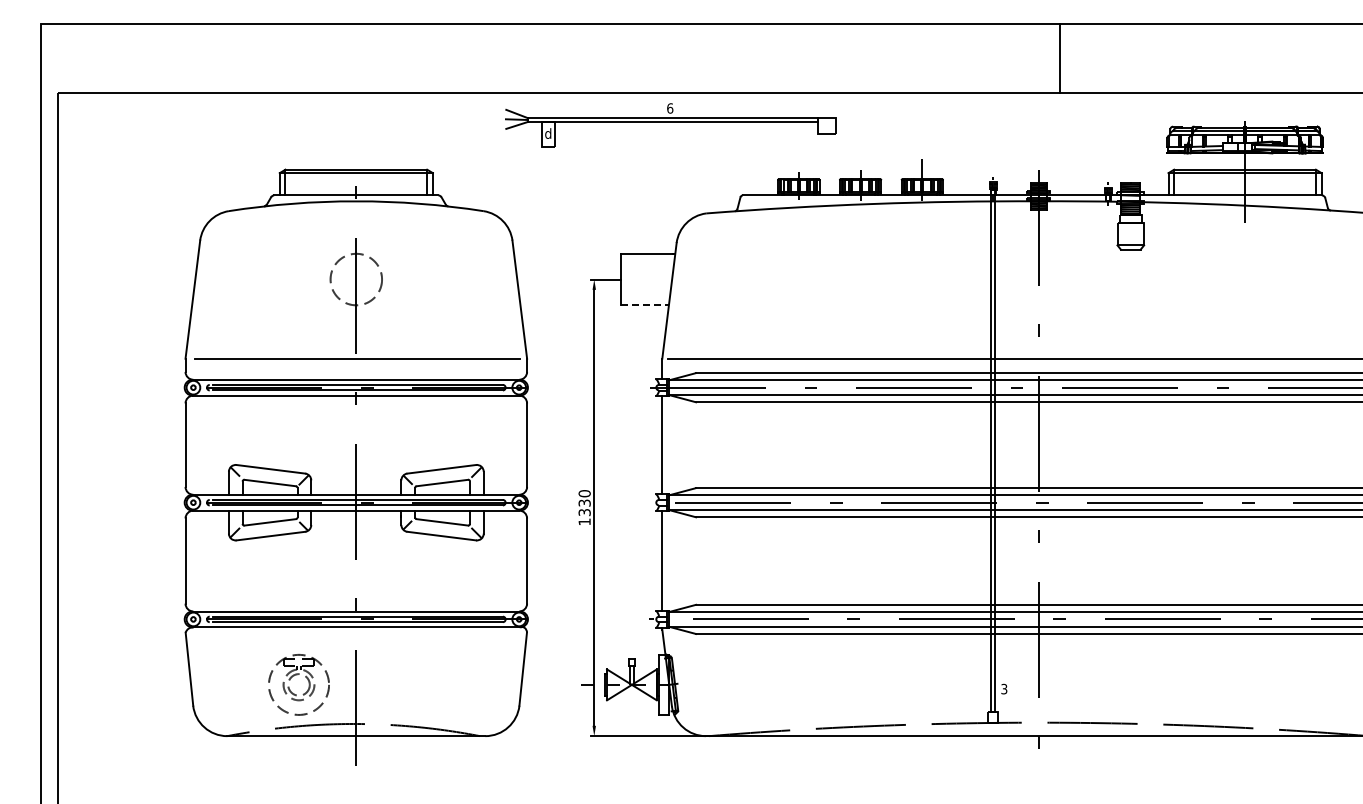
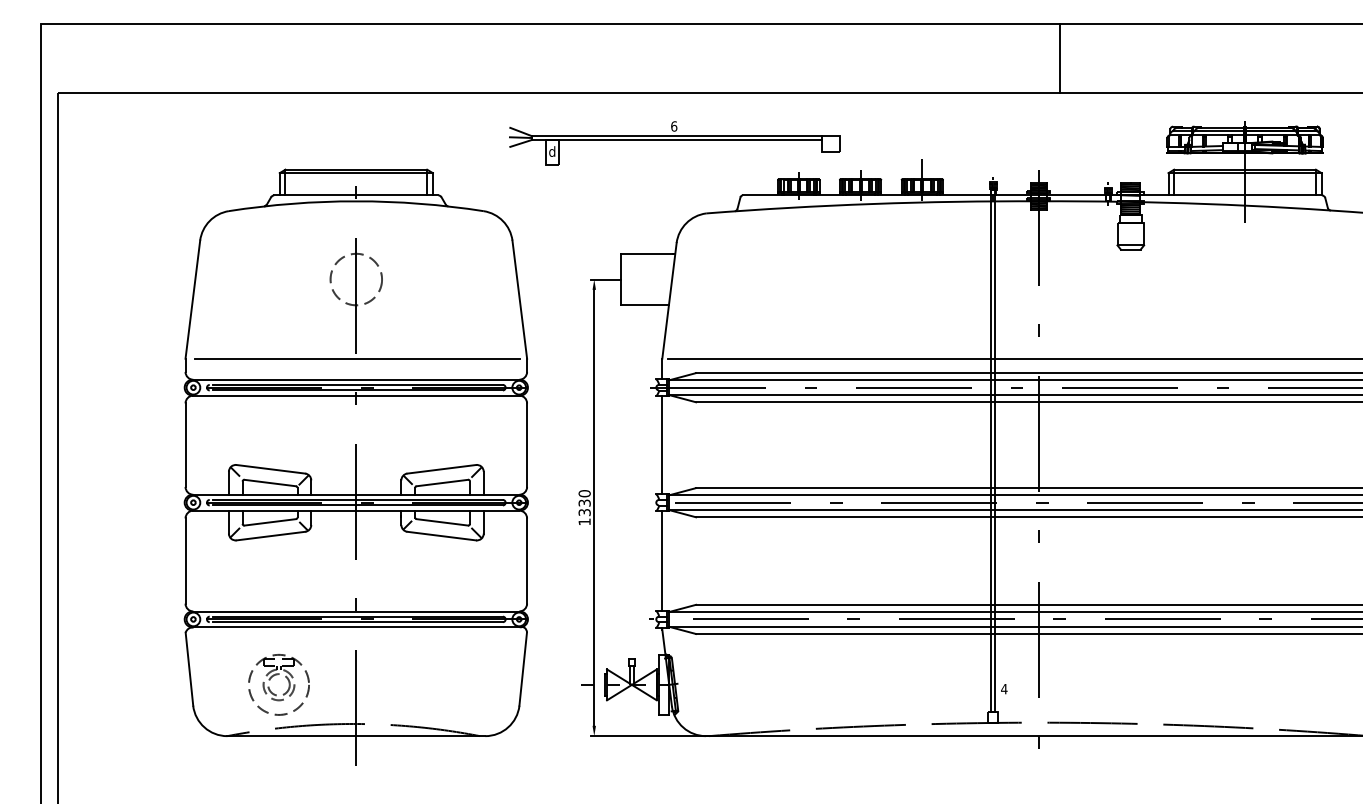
part at (670, 125) position: (670, 125) -> (674, 143)
line at (645, 305): dashed -> solid
part at (294, 676) position: (294, 676) -> (274, 676)
text at (1004, 688): 3 -> 4
